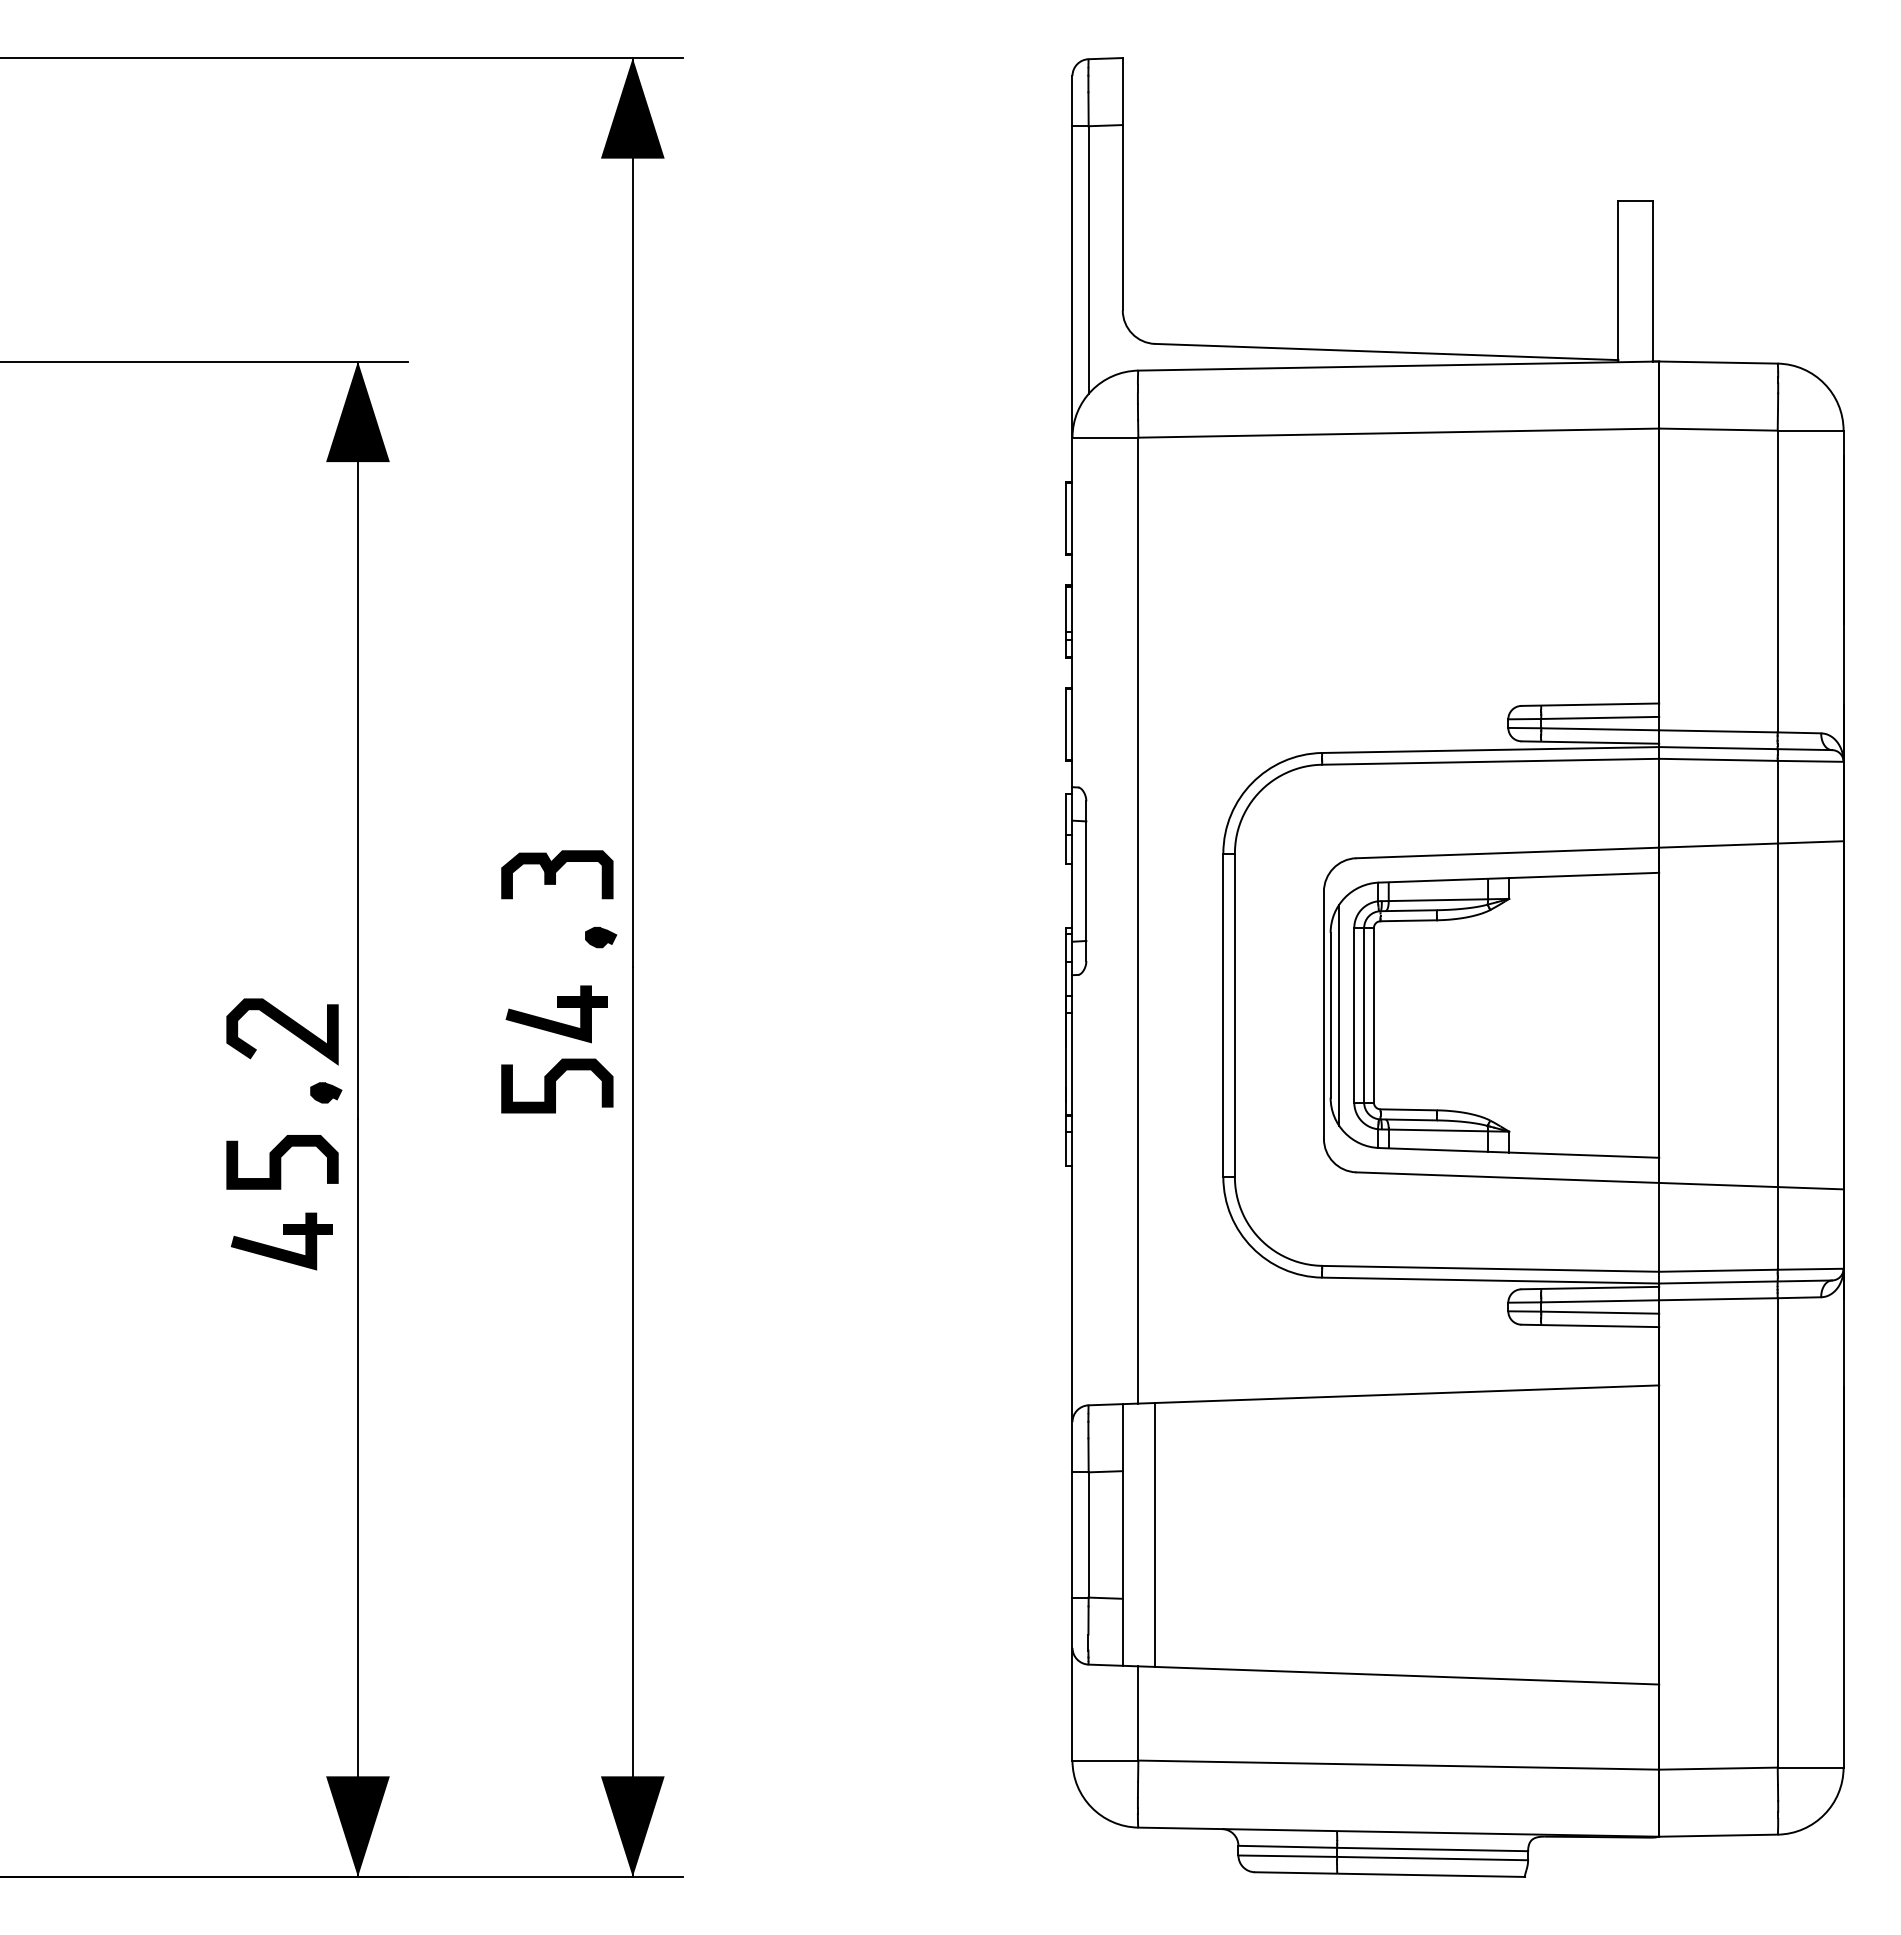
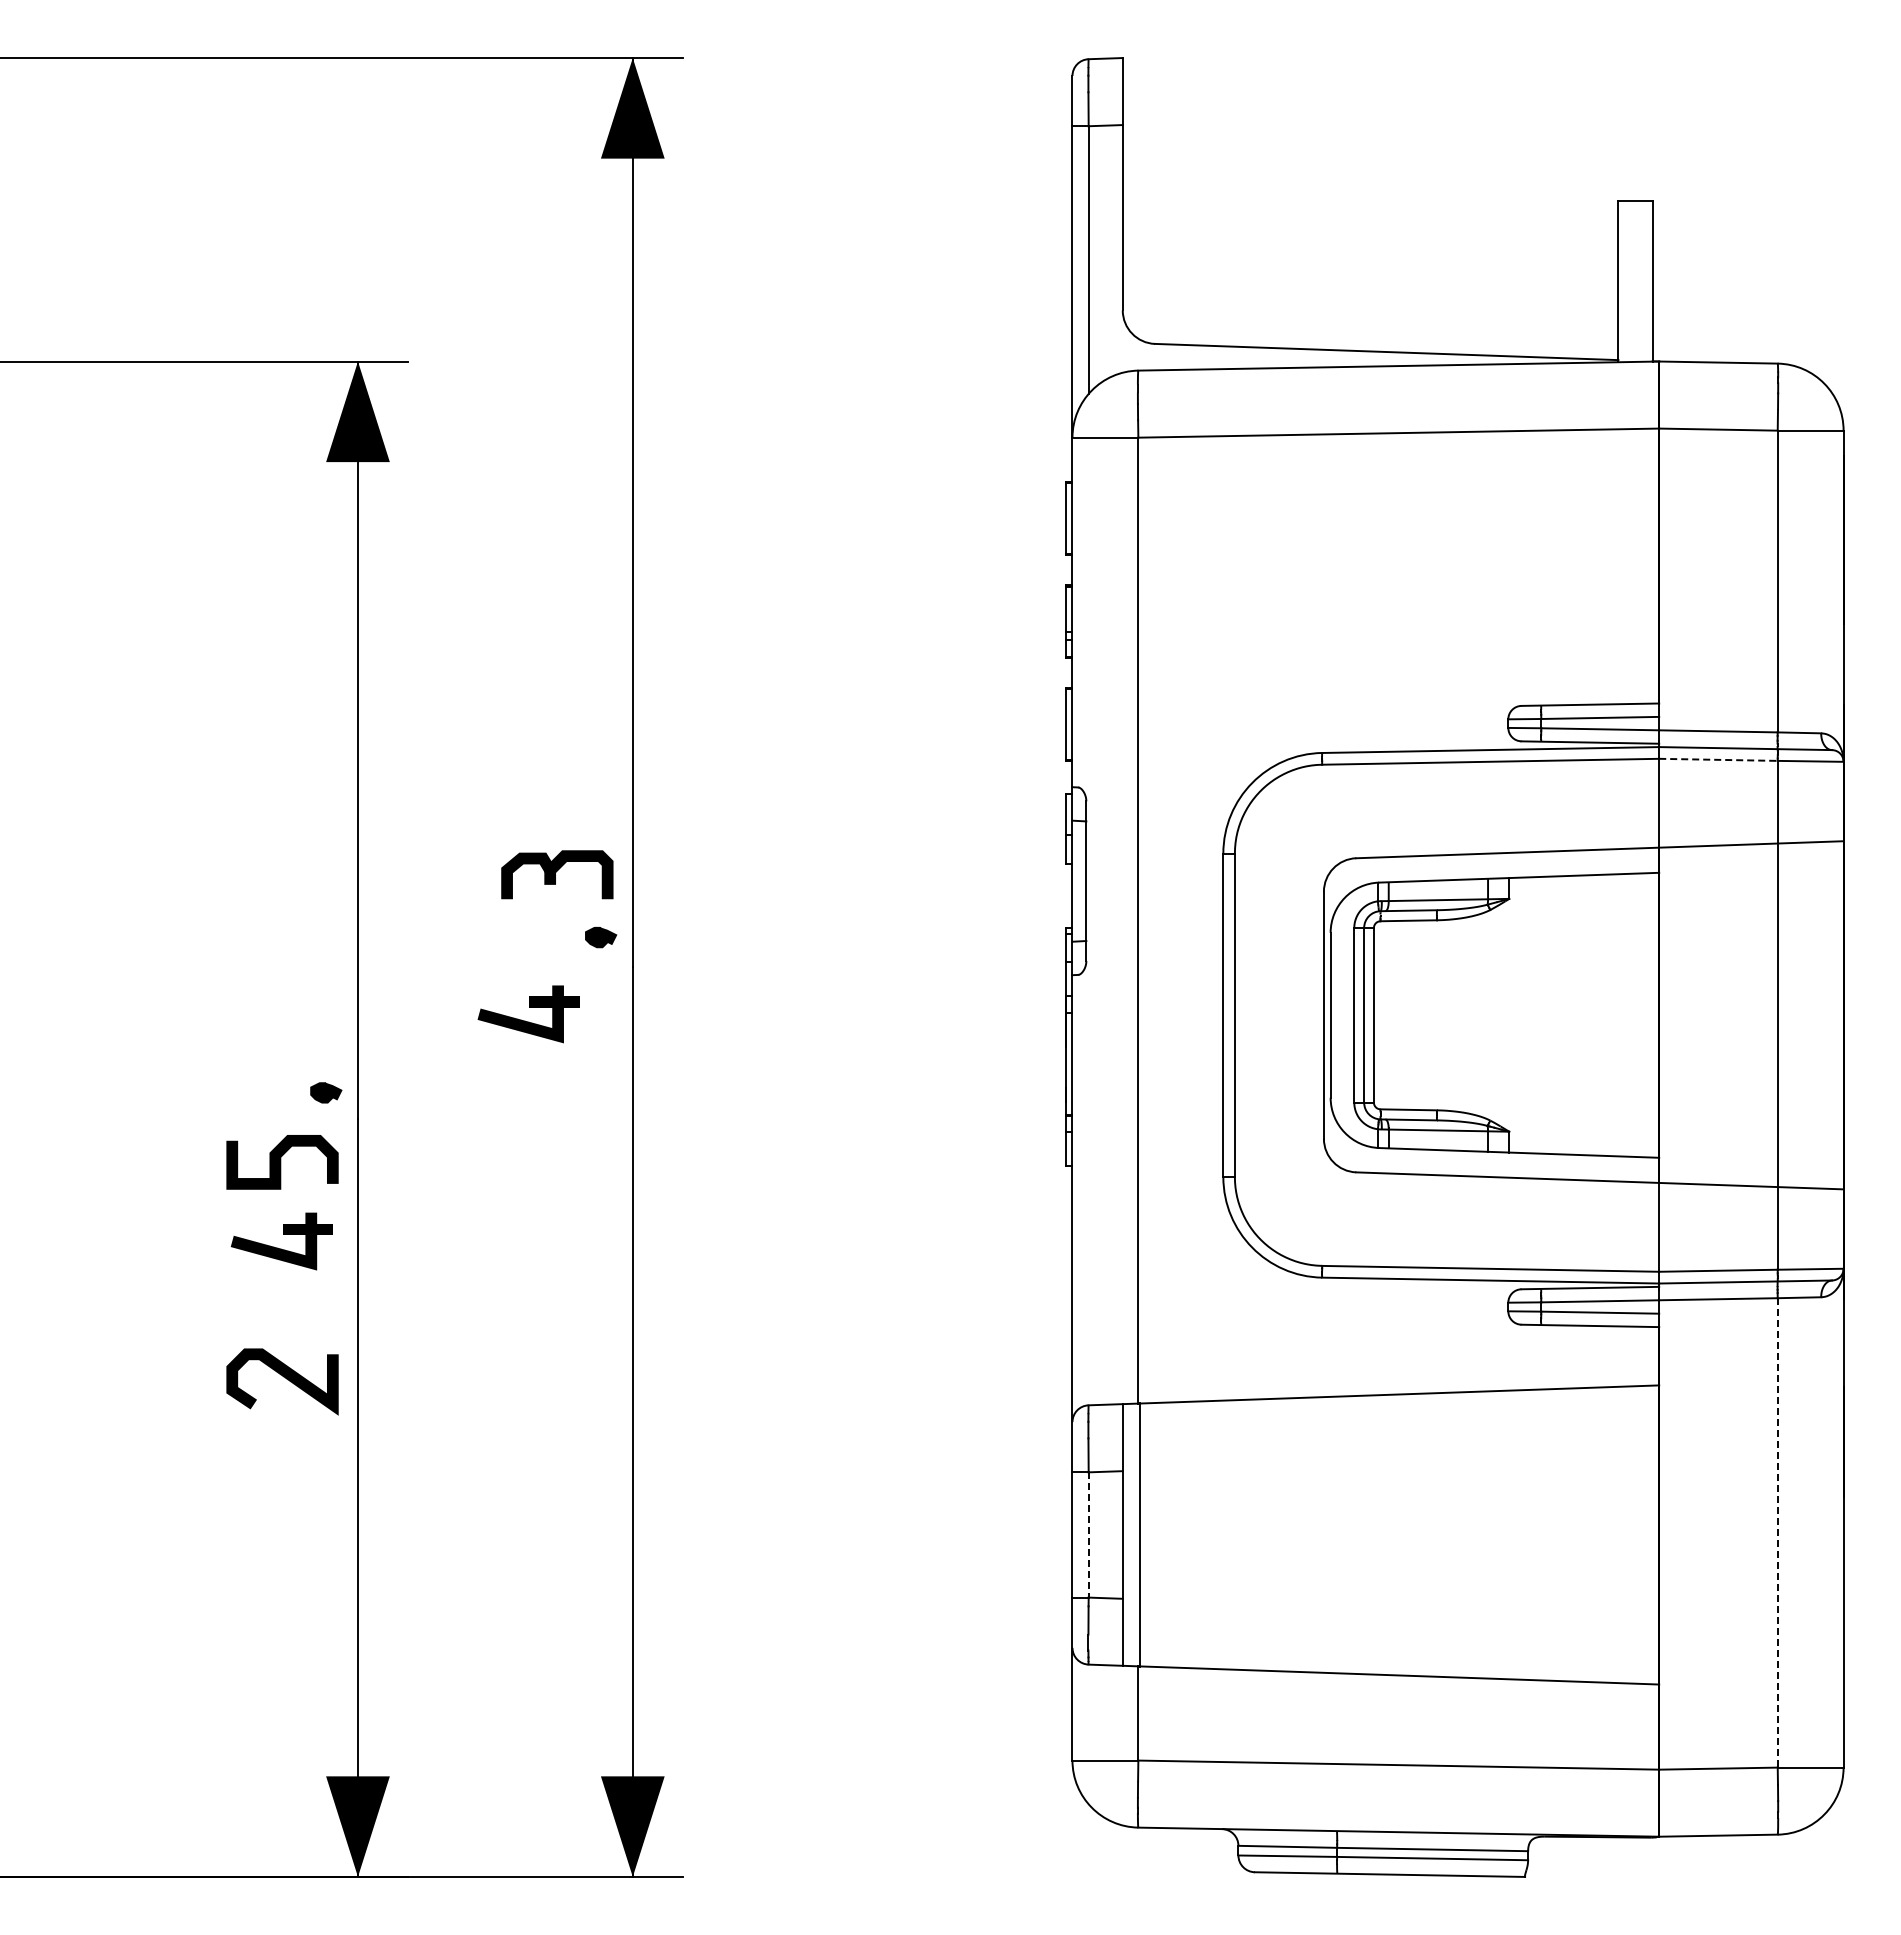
line at (1718, 759): solid -> dashed
line at (1339, 1014): present -> none
part at (553, 1020) position: (553, 1020) -> (525, 1020)
curve at (283, 1027) position: (283, 1027) -> (283, 1377)
curve at (555, 1085): present -> none
line at (1777, 1532): solid -> dashed
line at (1088, 1534): solid -> dashed
line at (1155, 1534) position: (1155, 1534) -> (1140, 1534)
